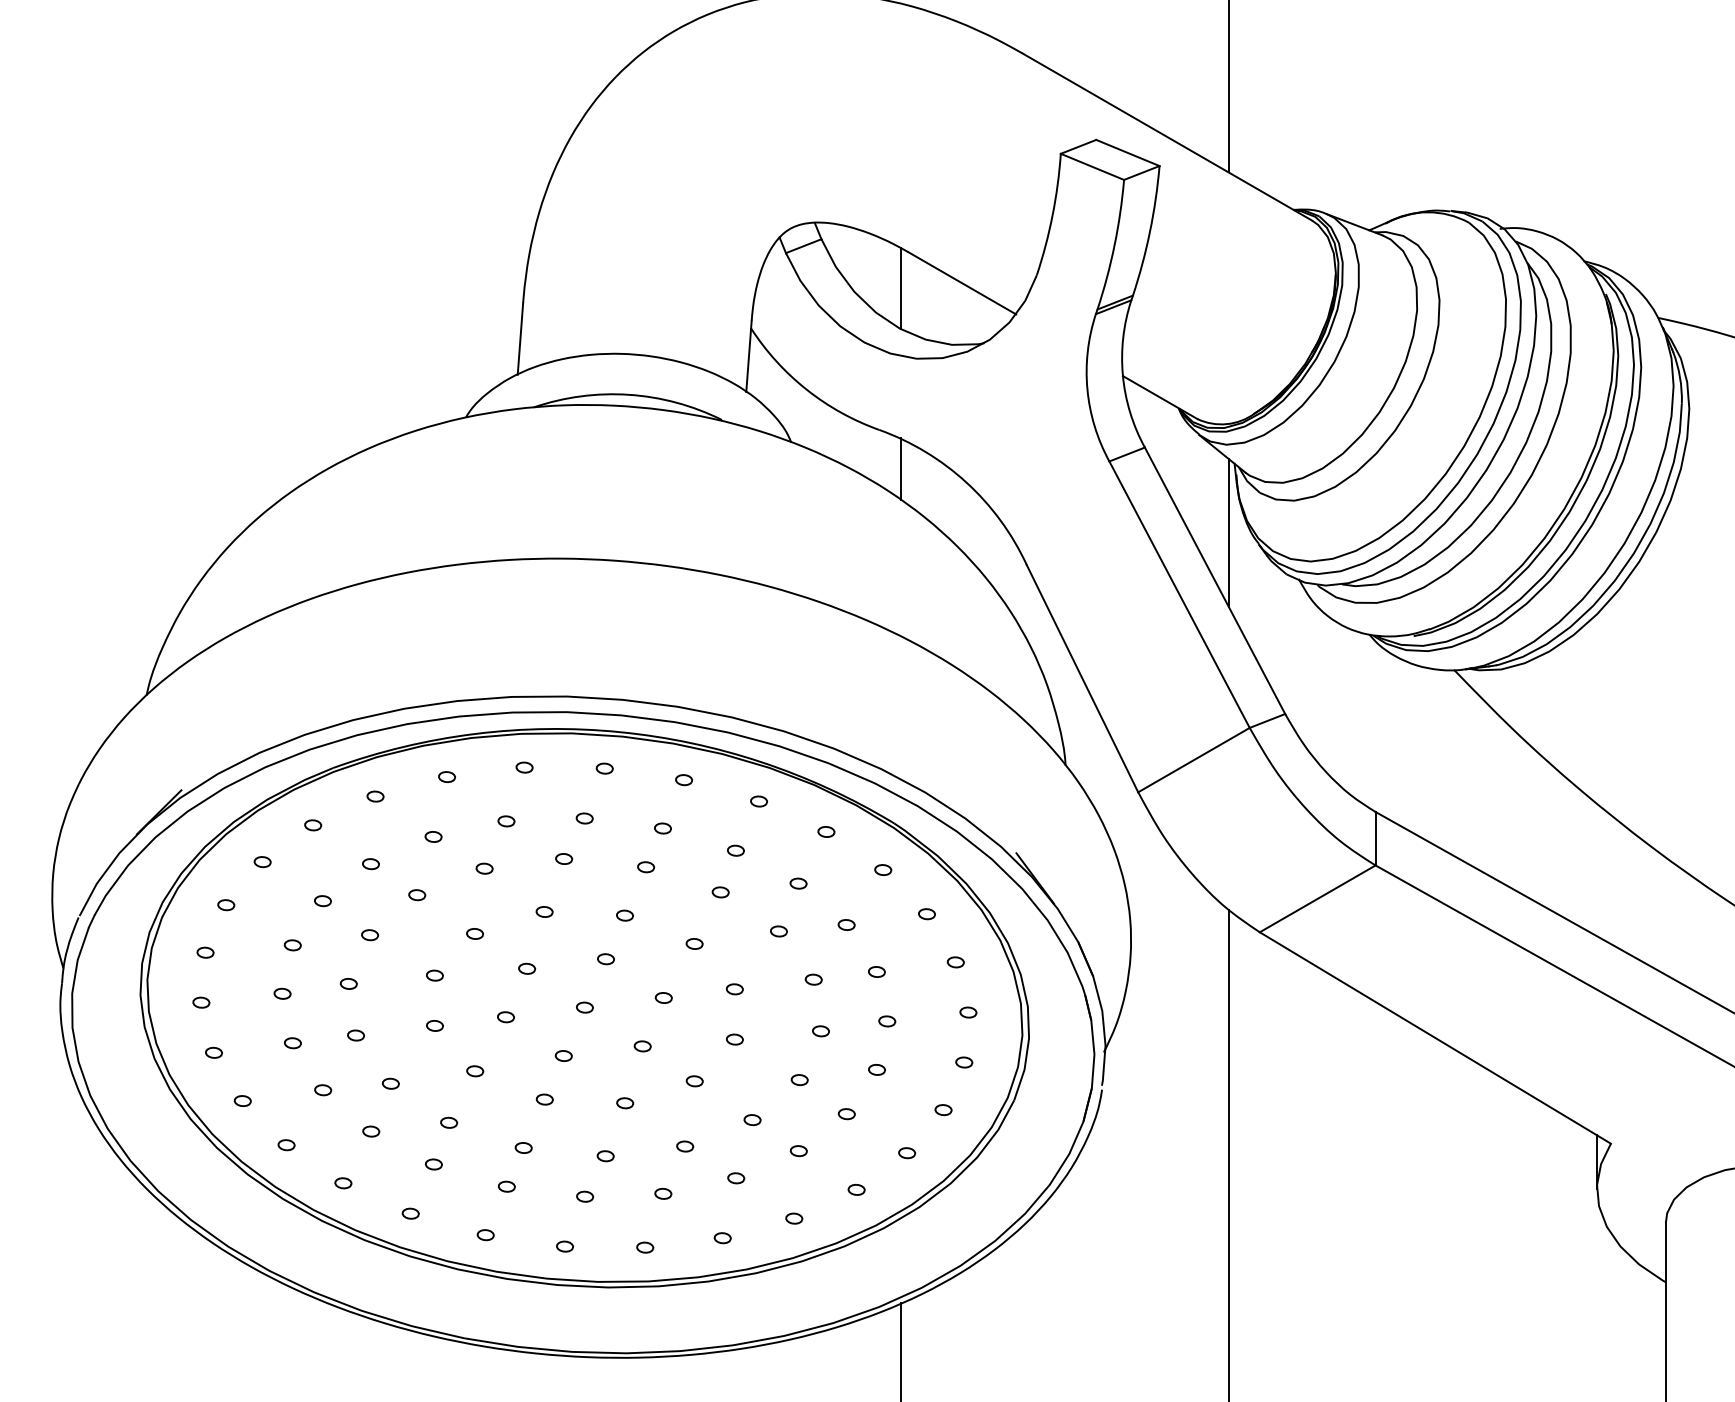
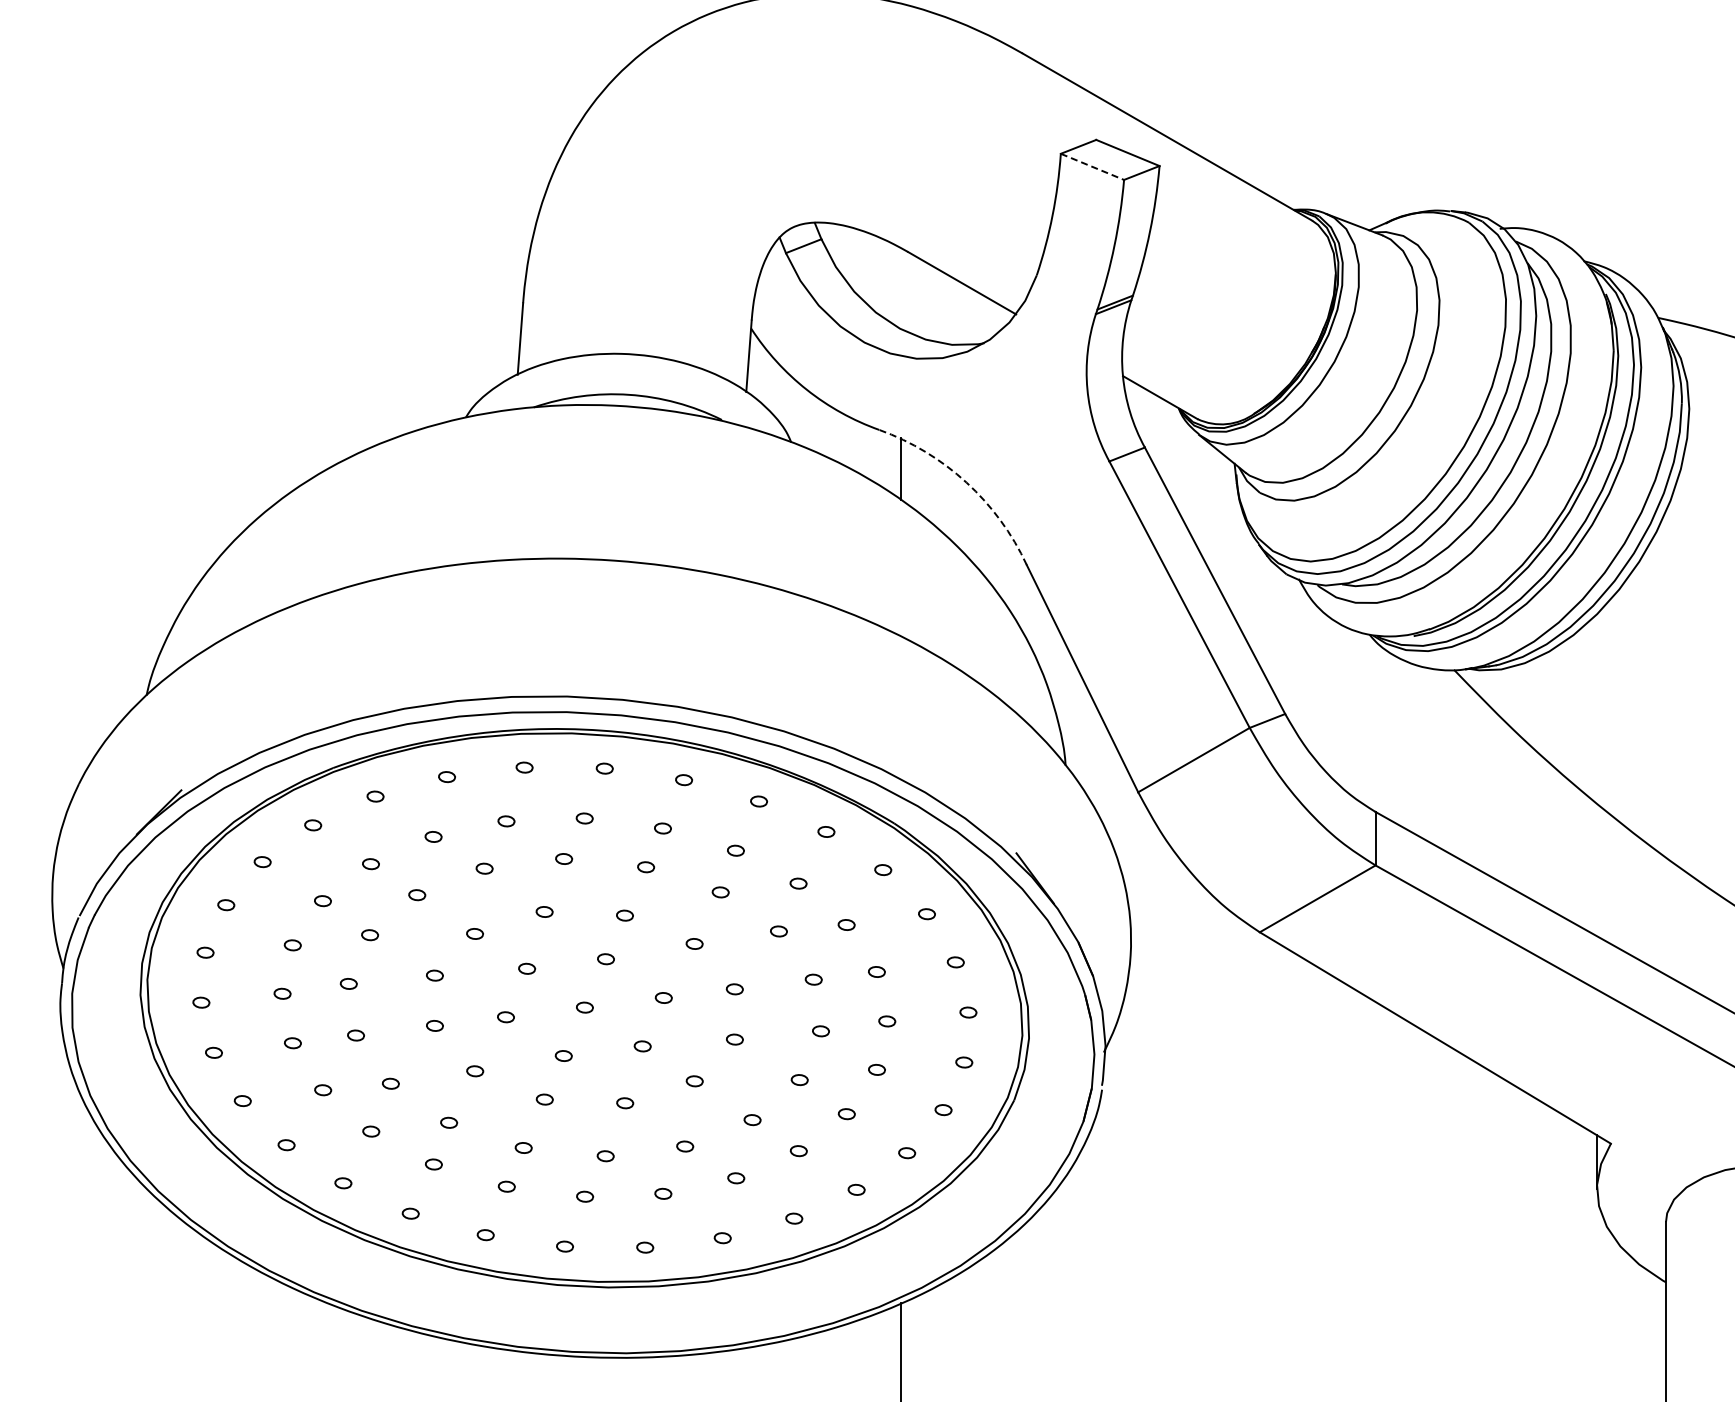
line at (1228, 87): present -> none
line at (1092, 167): solid -> dashed
line at (901, 288): present -> none
arc at (966, 482): solid -> dashed
line at (1228, 532): present -> none
line at (1228, 1153): present -> none
